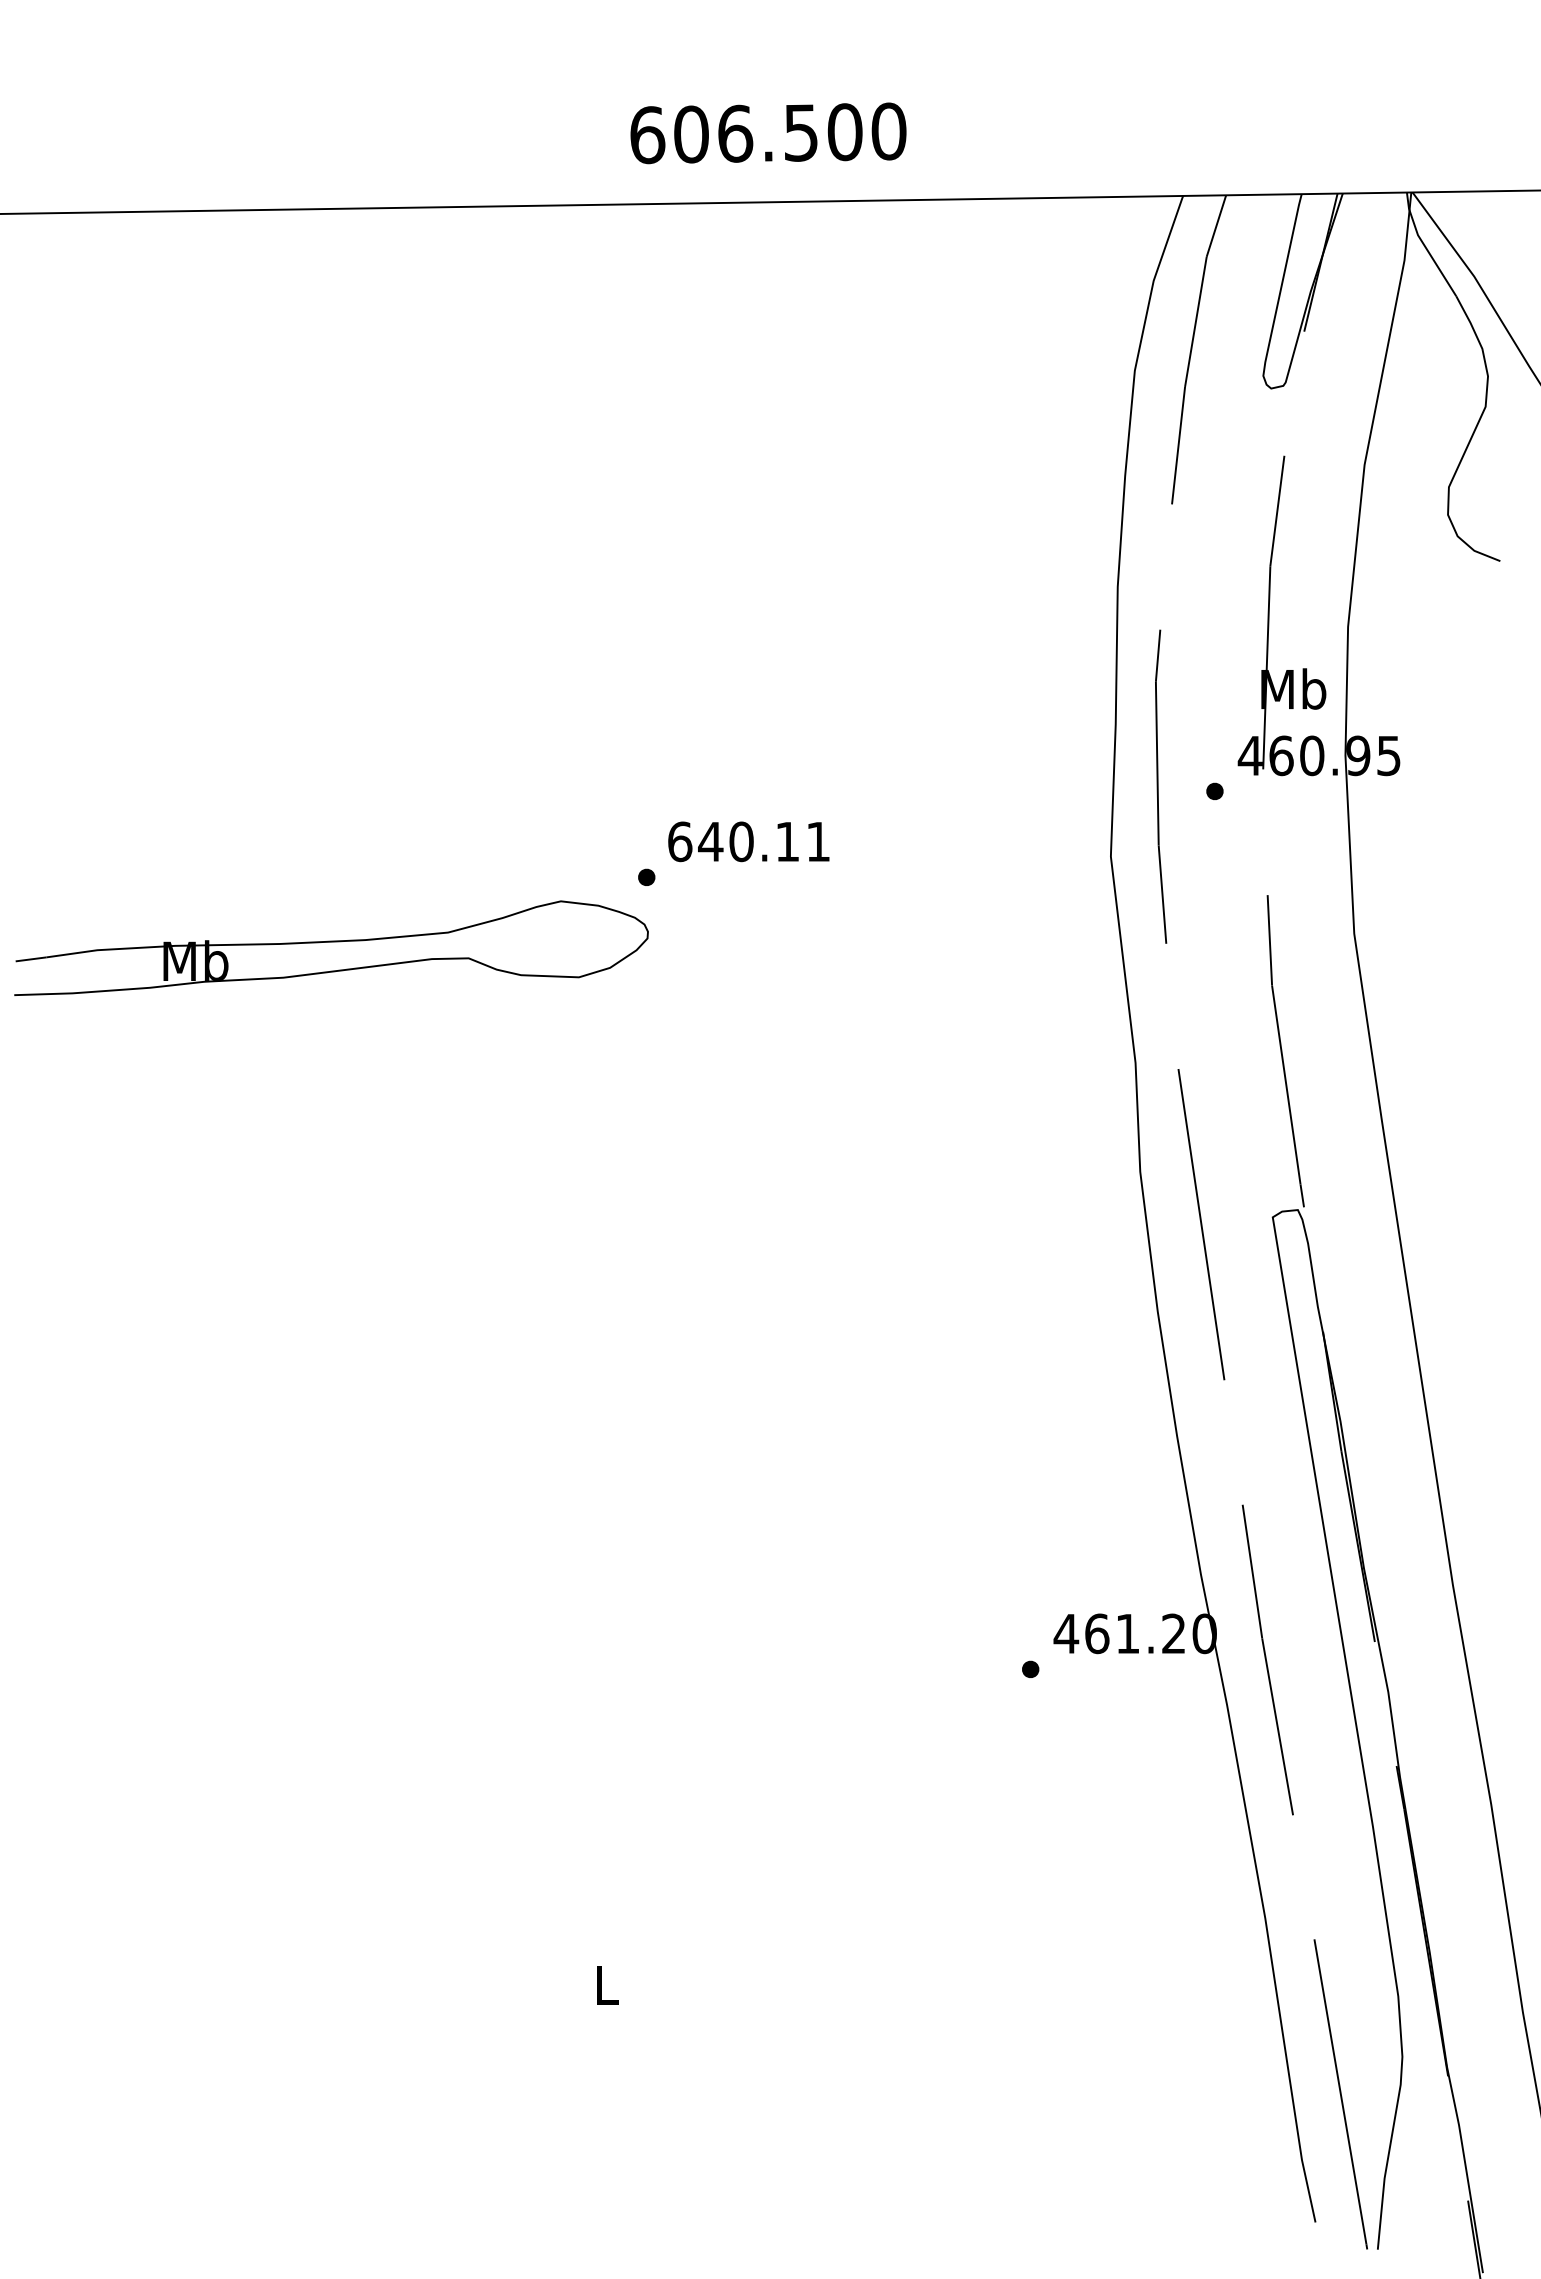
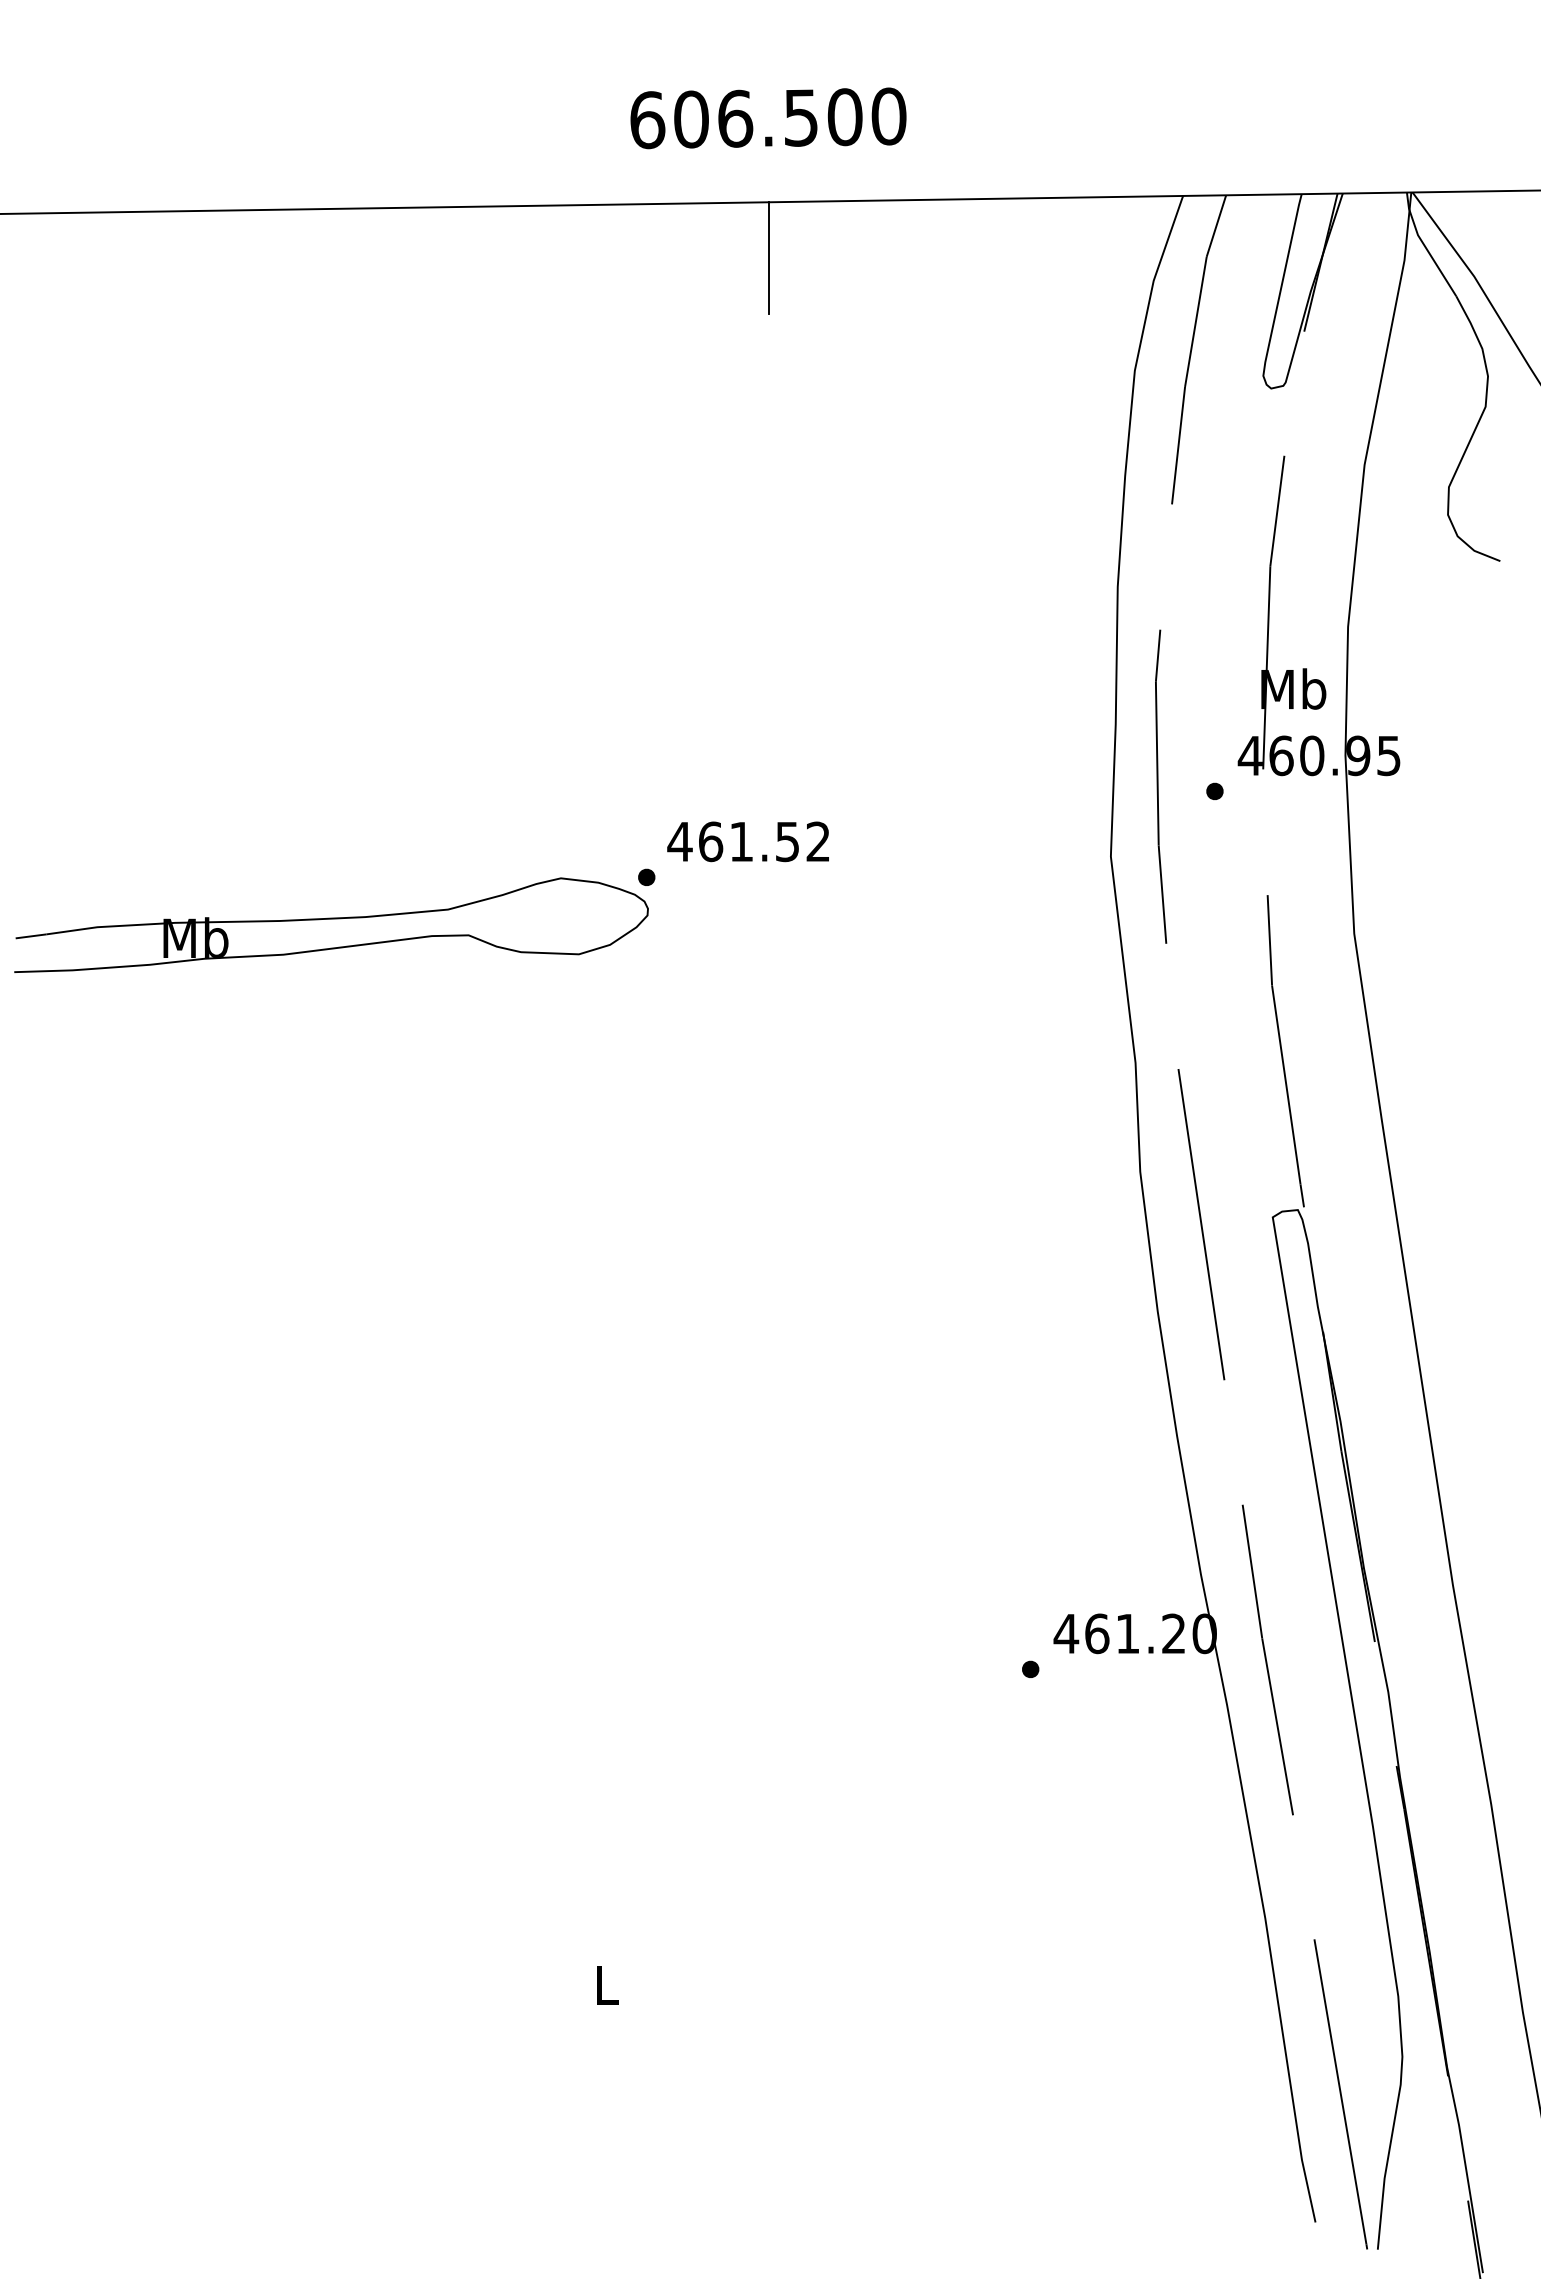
text at (768, 133) position: (768, 133) -> (768, 118)
line at (768, 258): none -> present
text at (748, 841): 640.11 -> 461.52
part at (331, 947) position: (331, 947) -> (331, 924)
